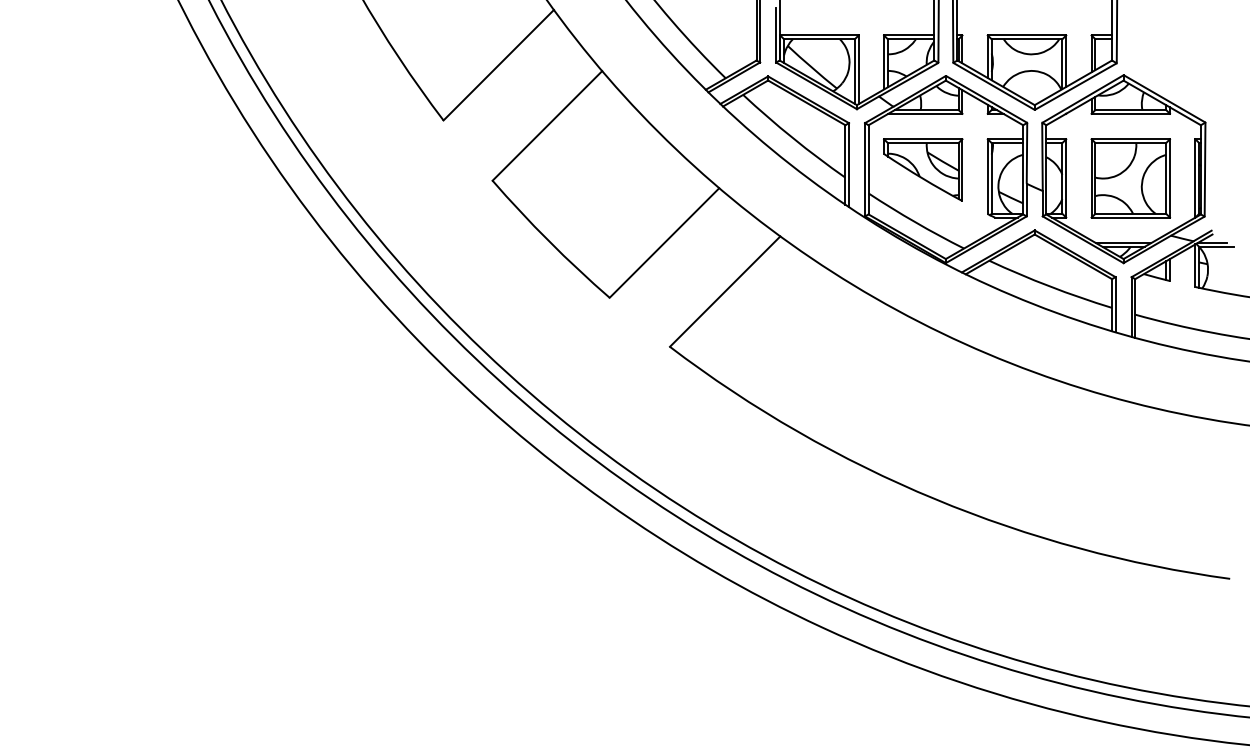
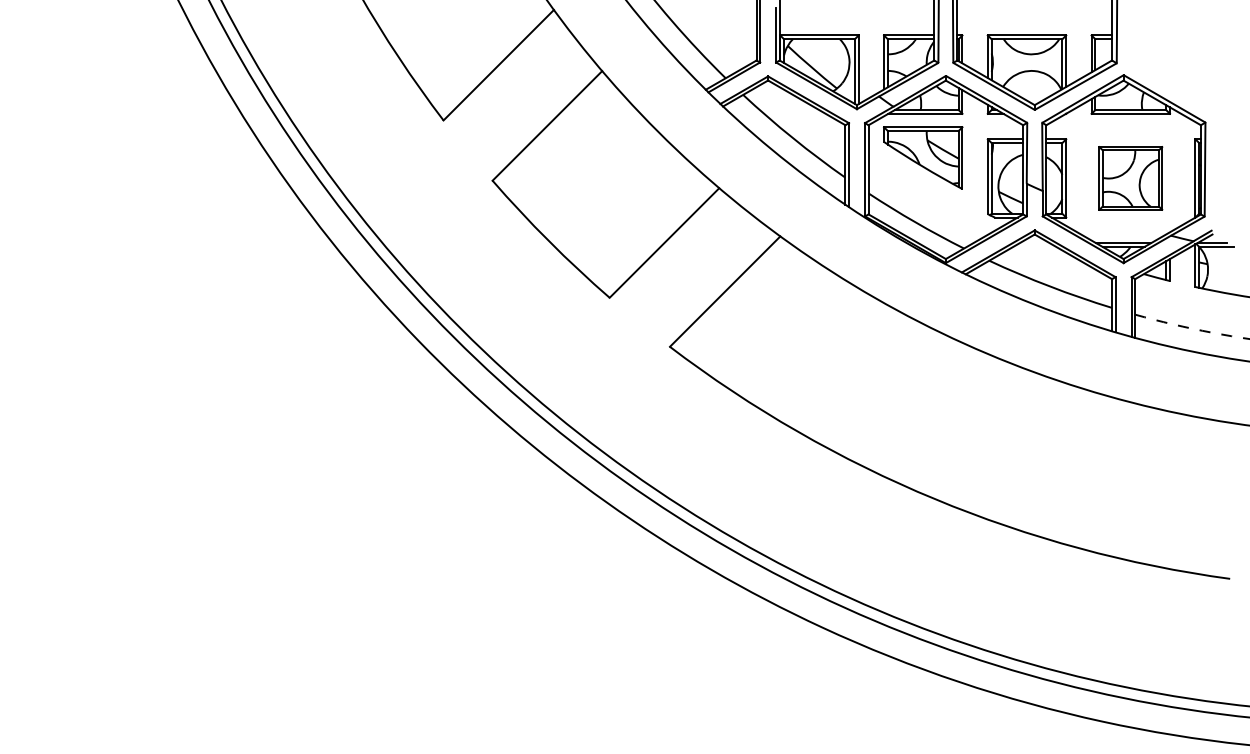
part at (923, 169) position: (923, 169) -> (923, 157)
part at (1130, 178) size: 82x81 px -> 66x65 px
arc at (1192, 328): solid -> dashed
